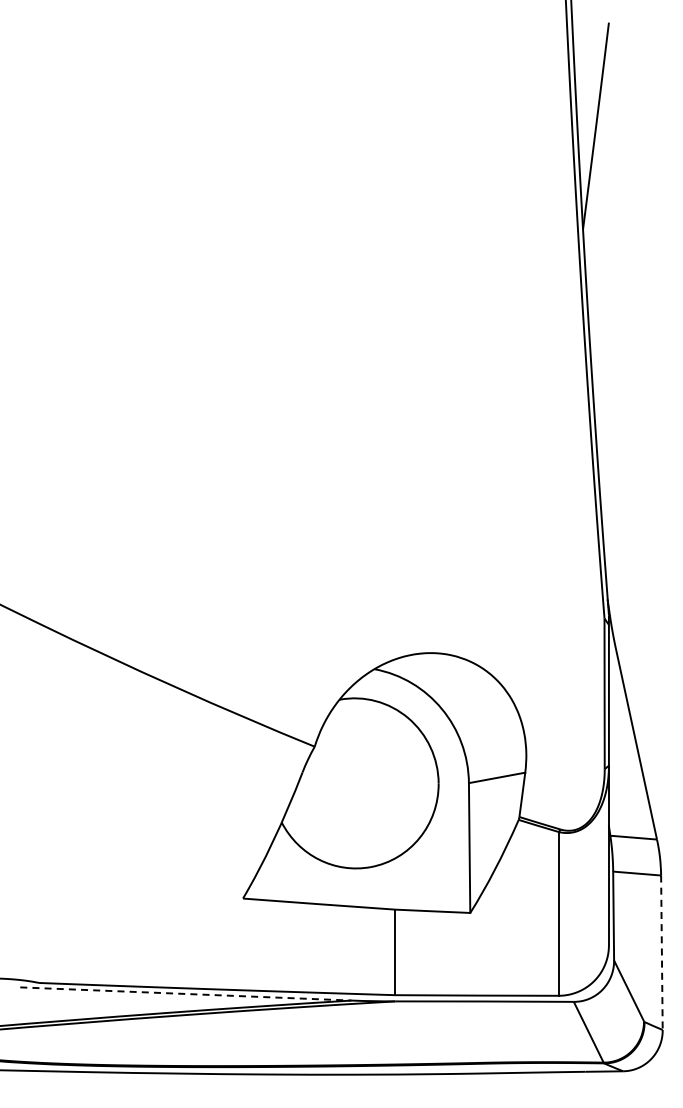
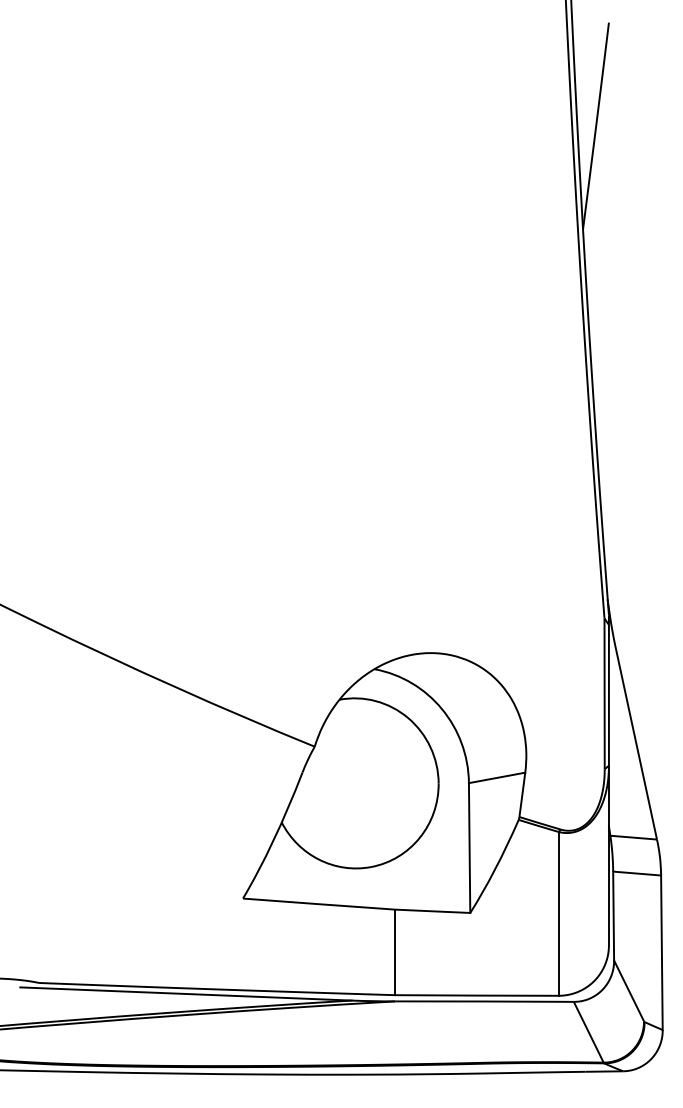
line at (661, 953): dashed -> solid
line at (185, 993): dashed -> solid
